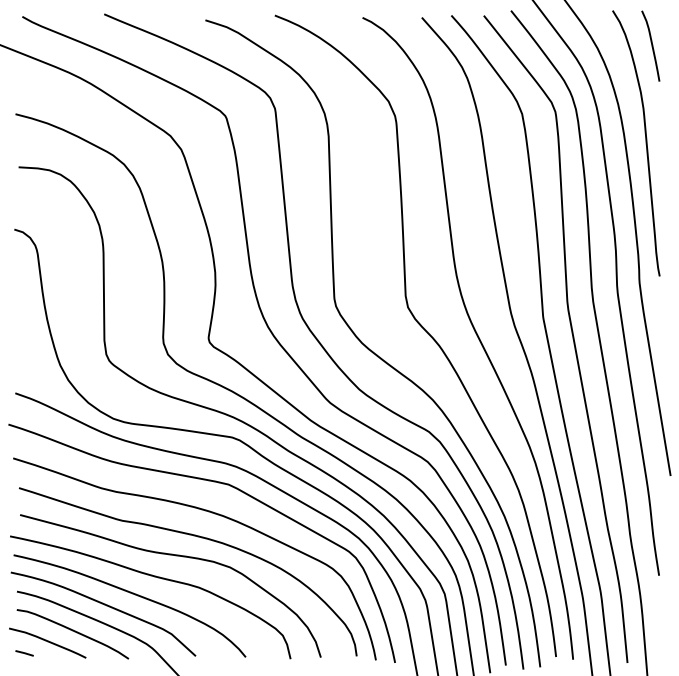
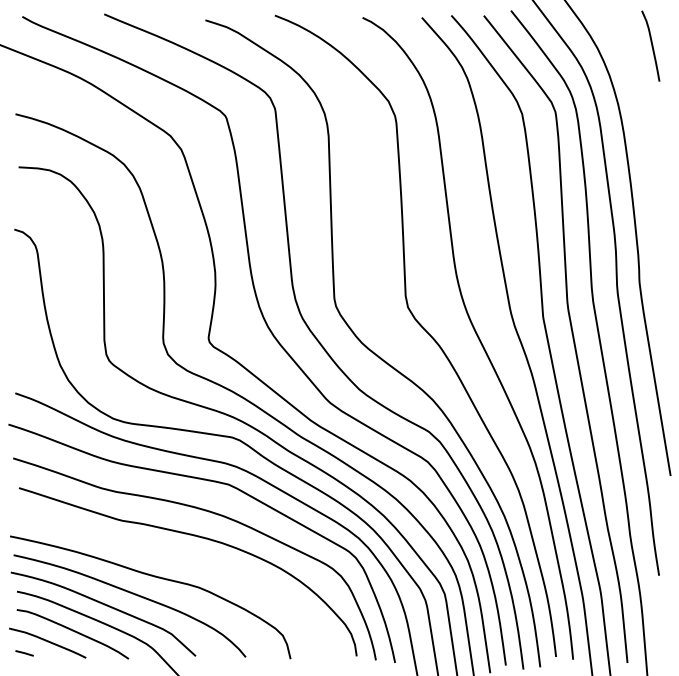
curve at (645, 143): present -> none
curve at (175, 556): present -> none
